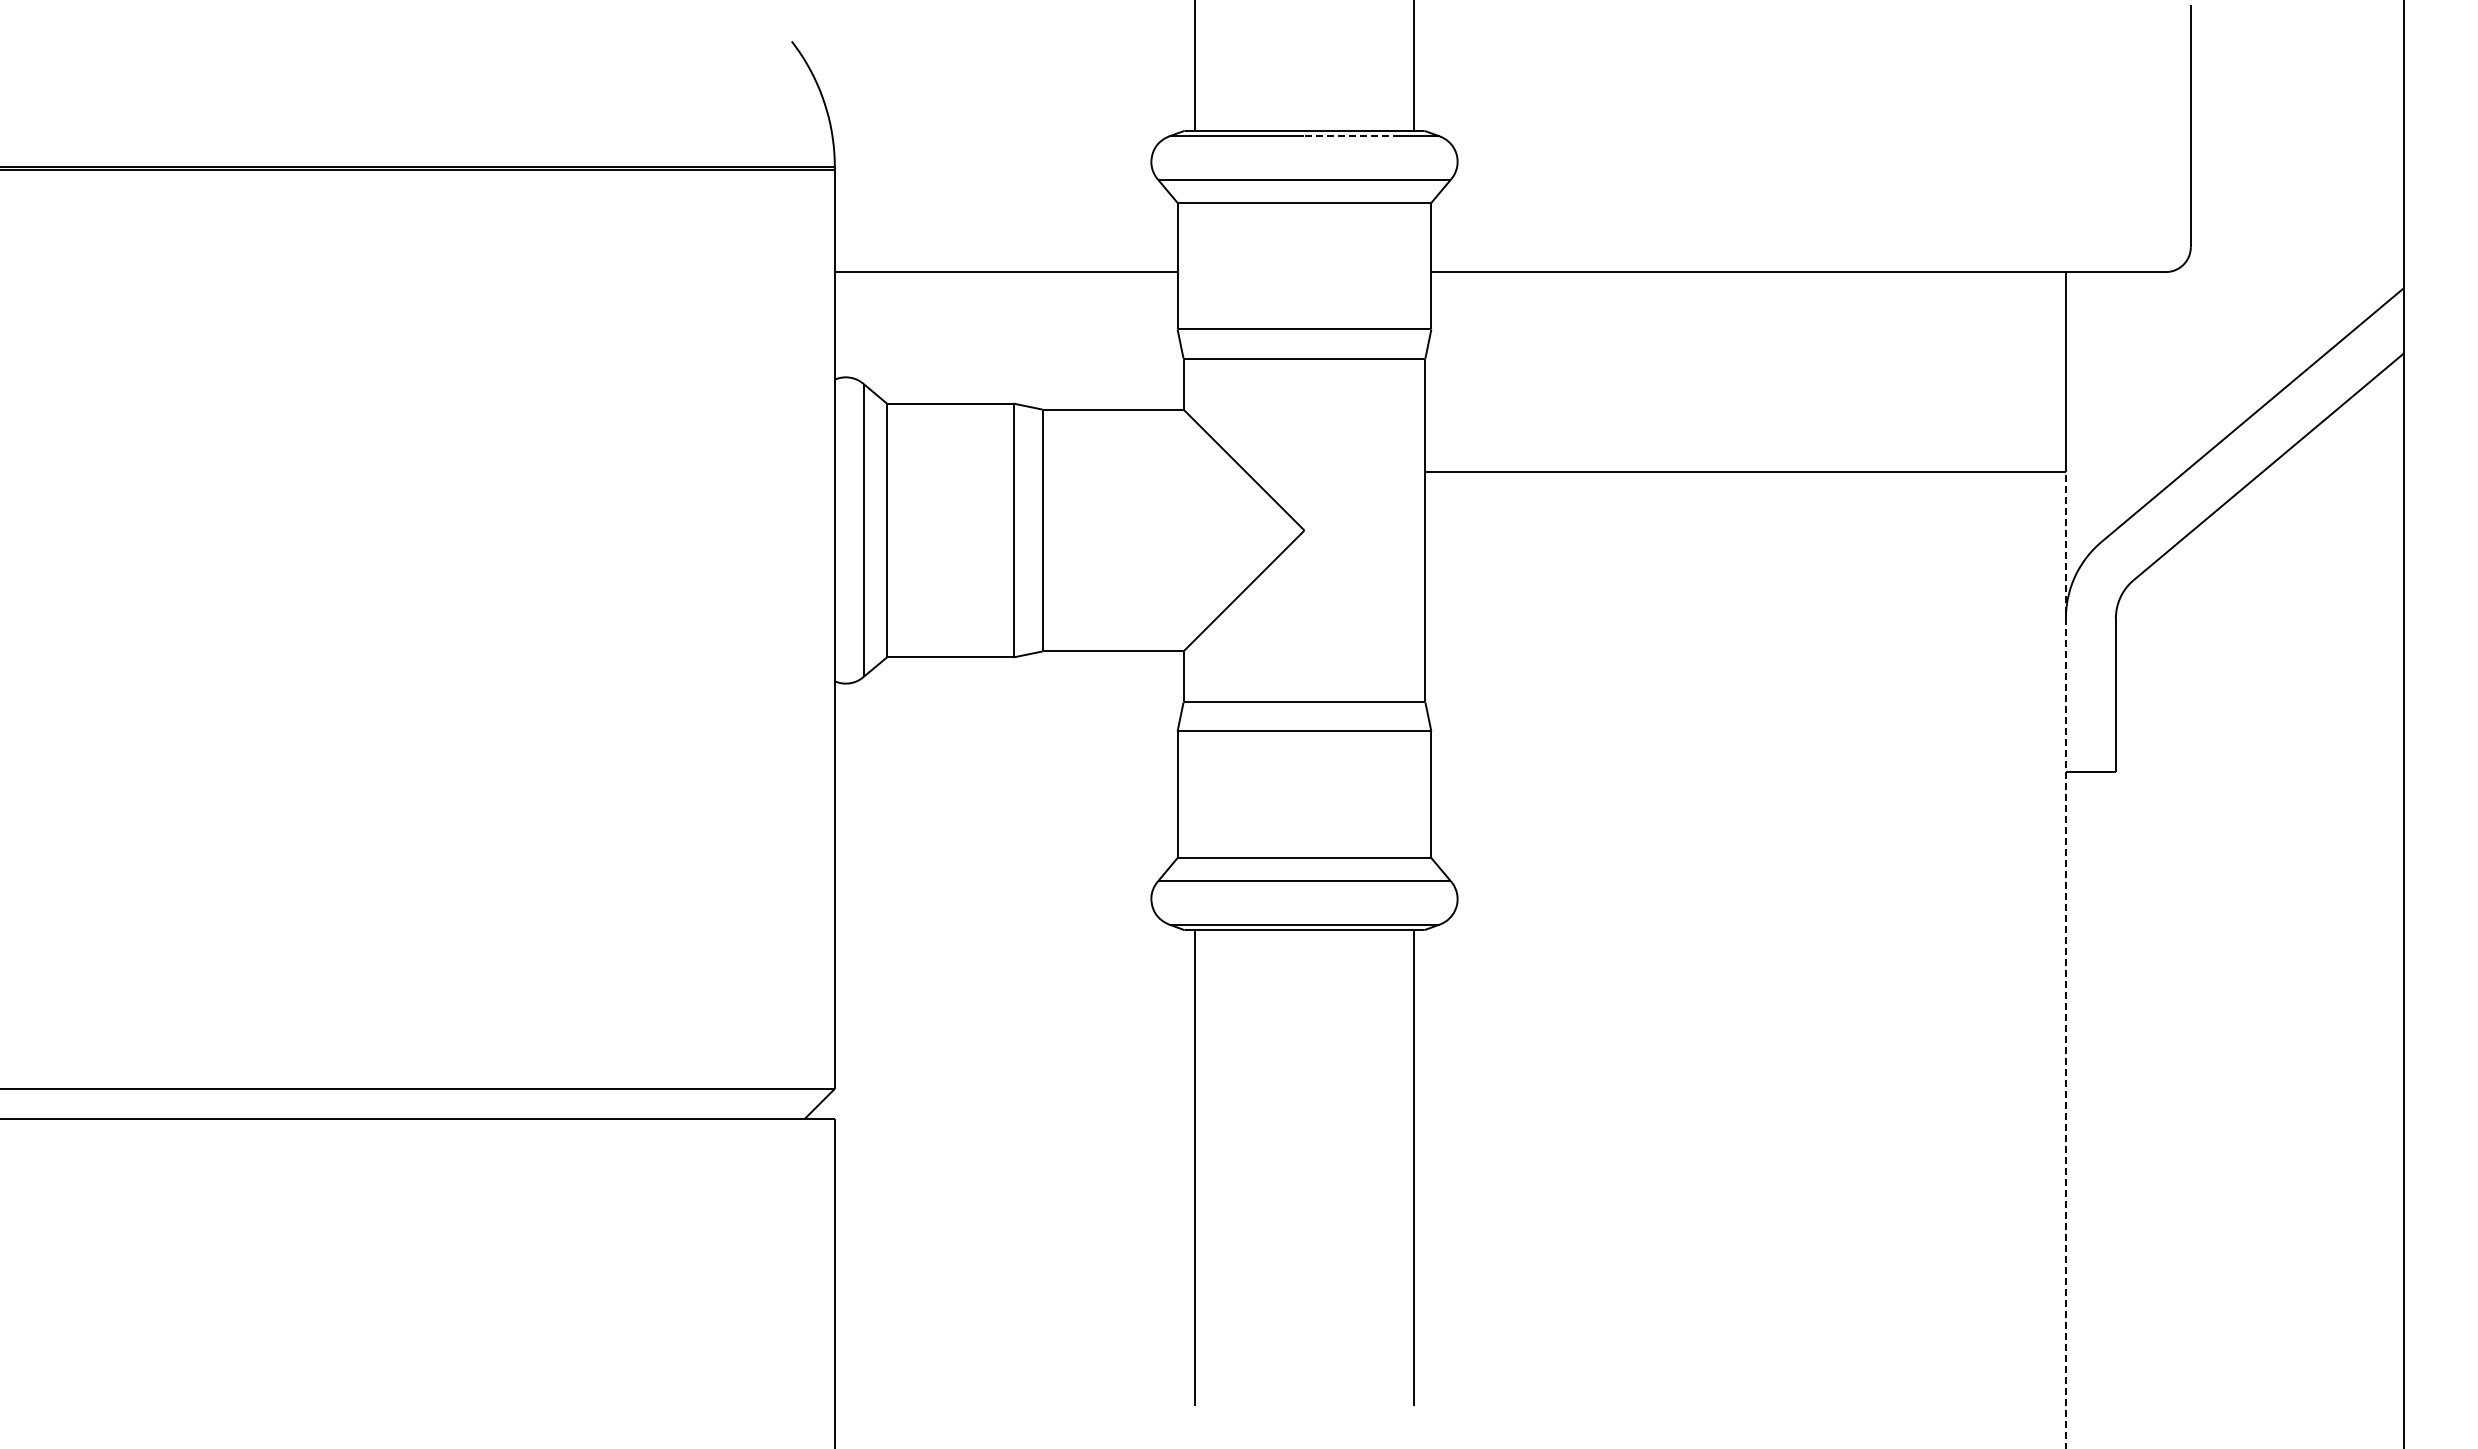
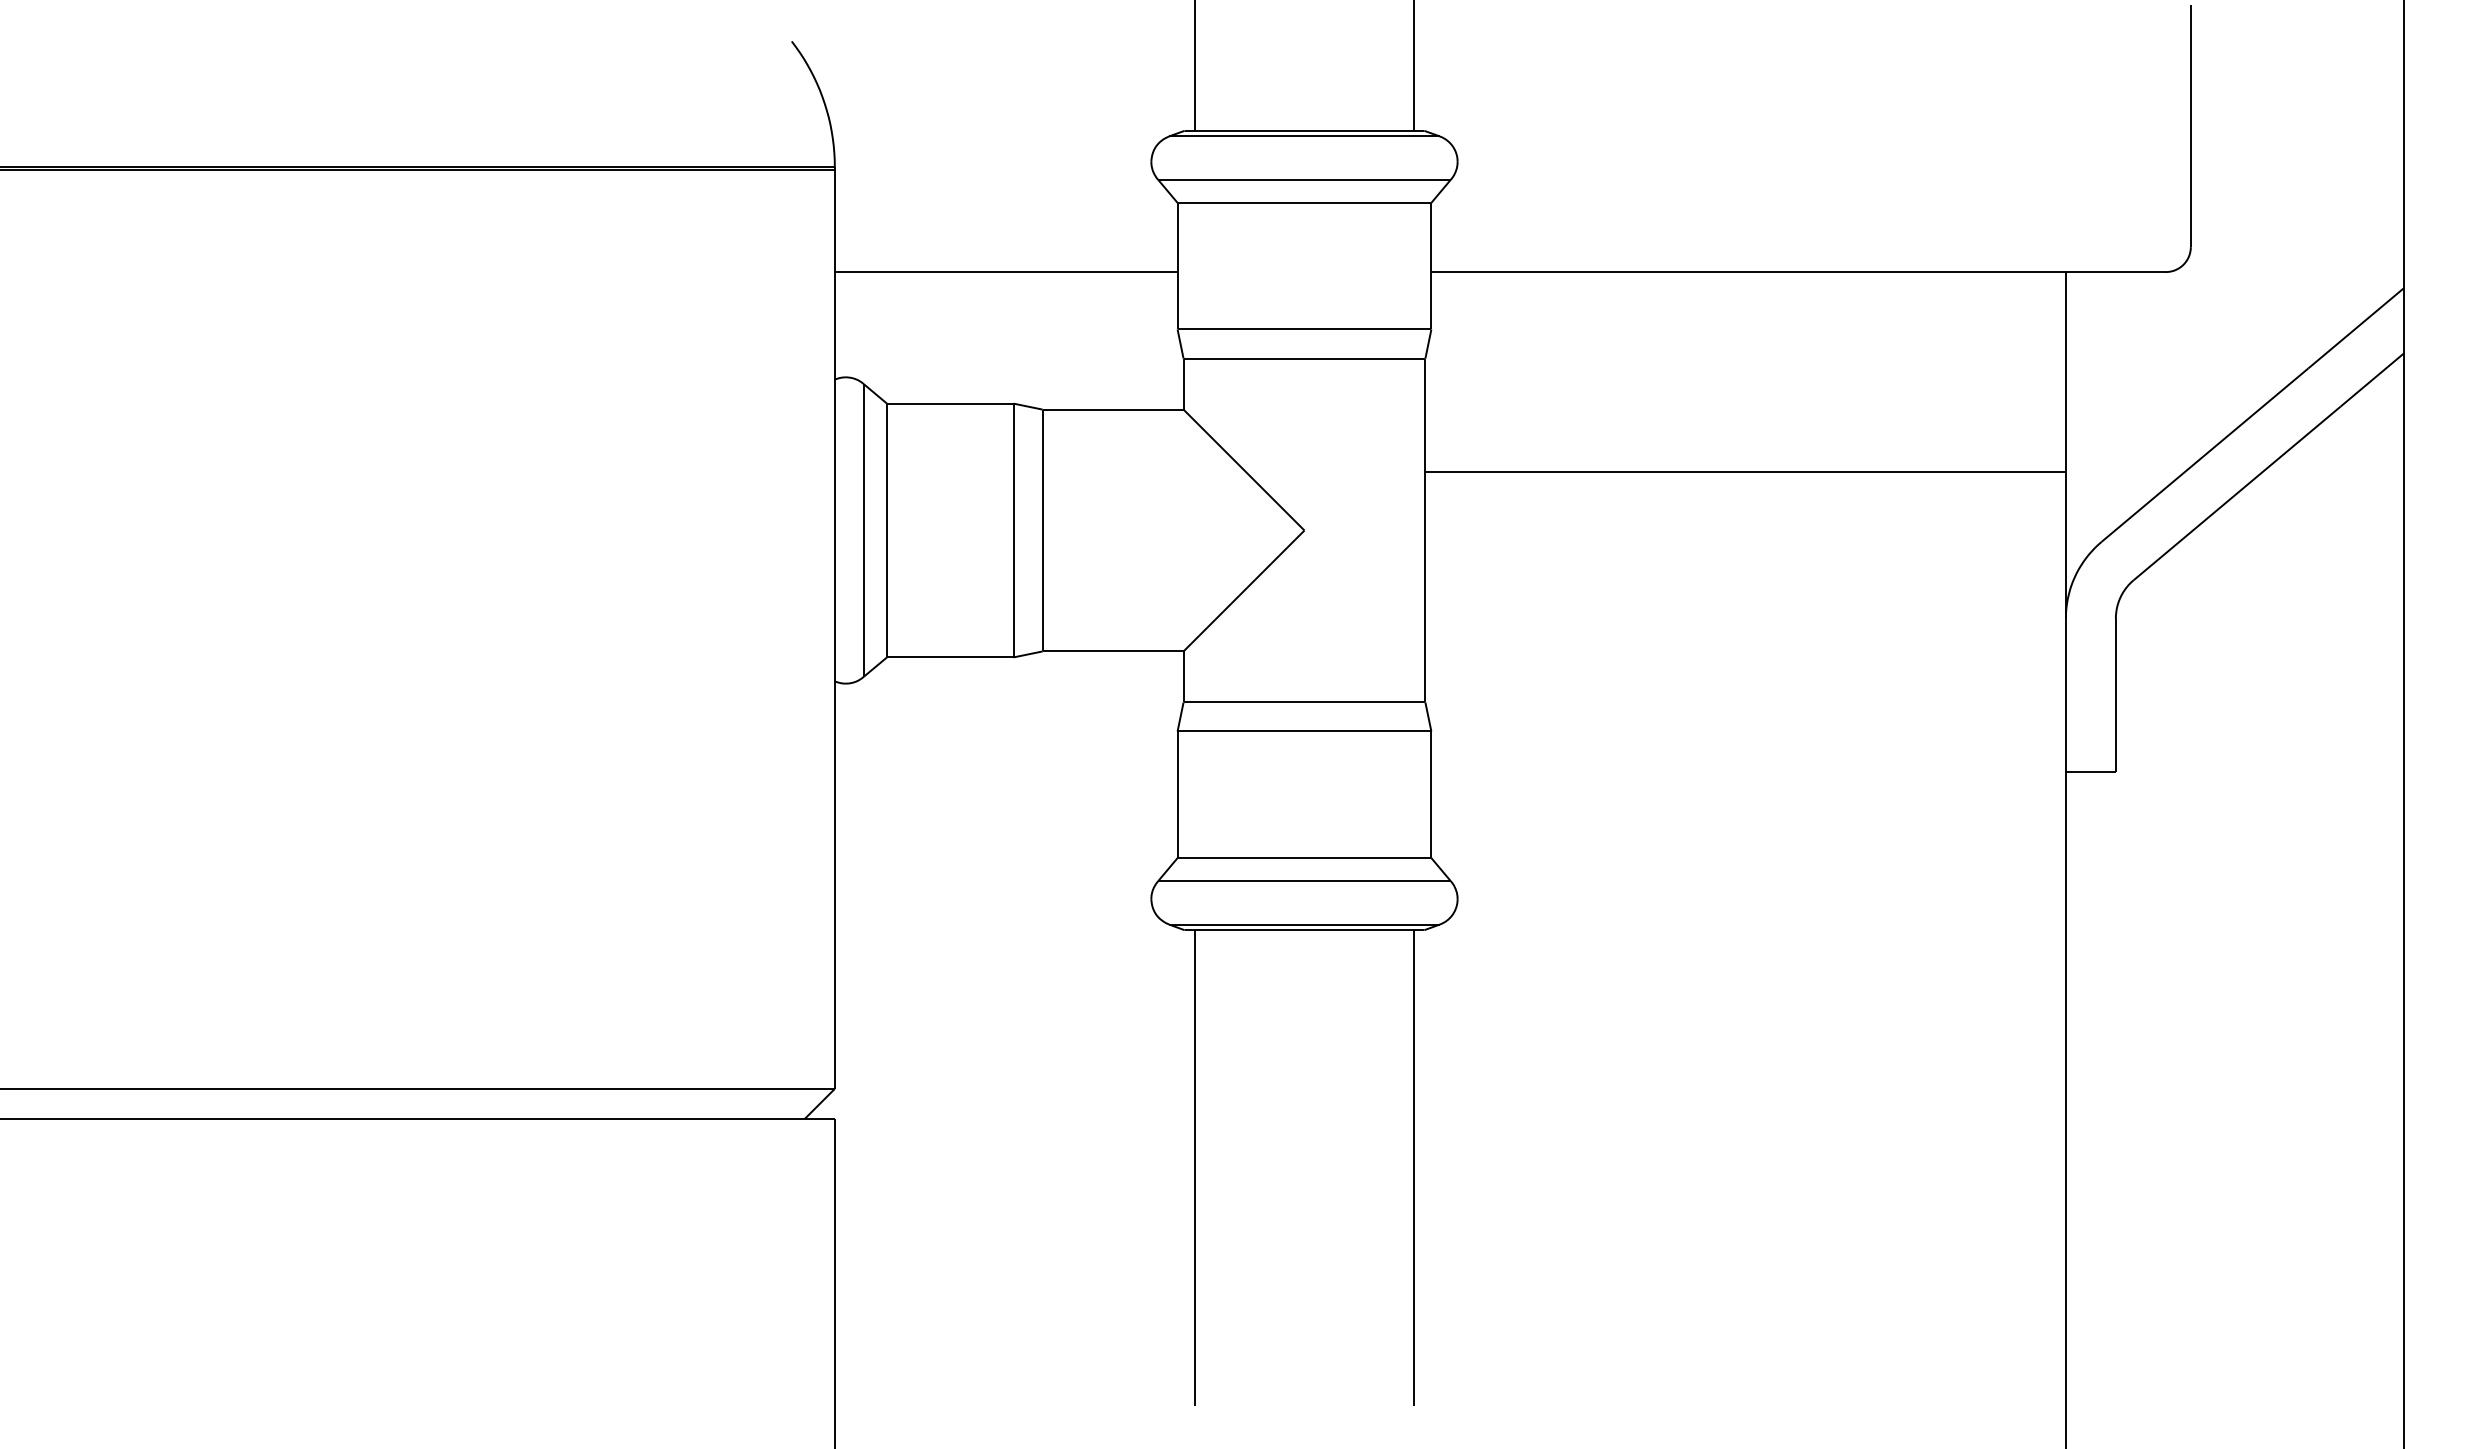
line at (1352, 136): dashed -> solid
line at (2065, 959): dashed -> solid
